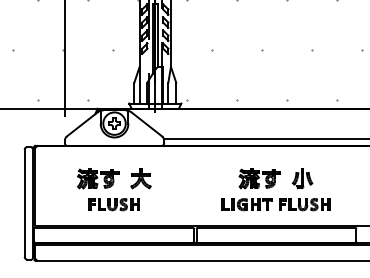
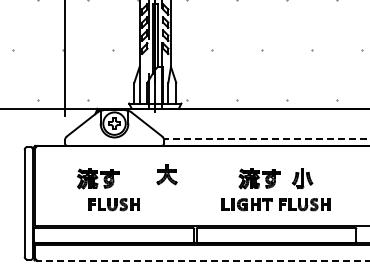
line at (266, 139): solid -> dashed
part at (140, 178) position: (140, 178) -> (166, 174)
line at (202, 260): solid -> dashed
